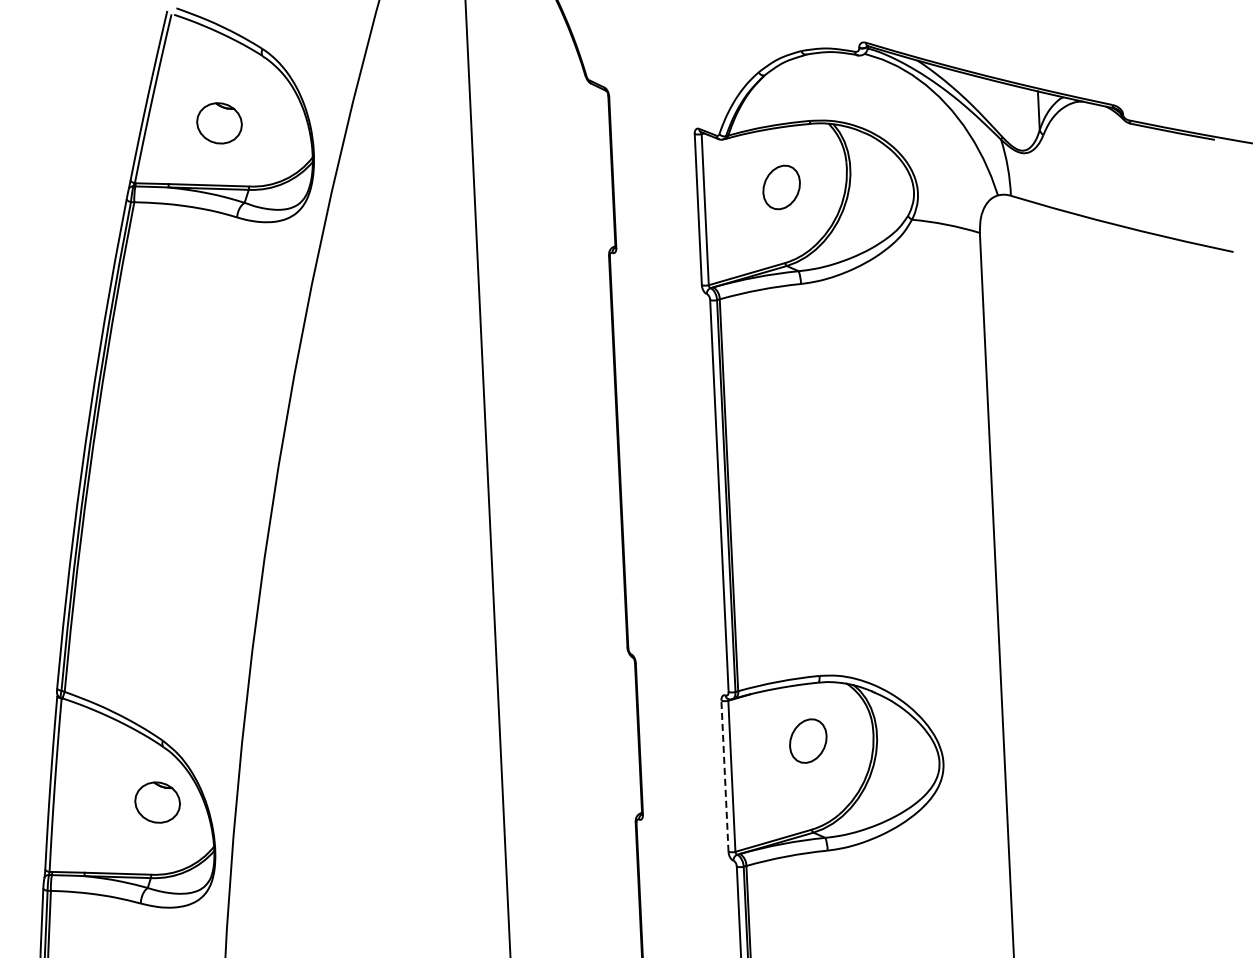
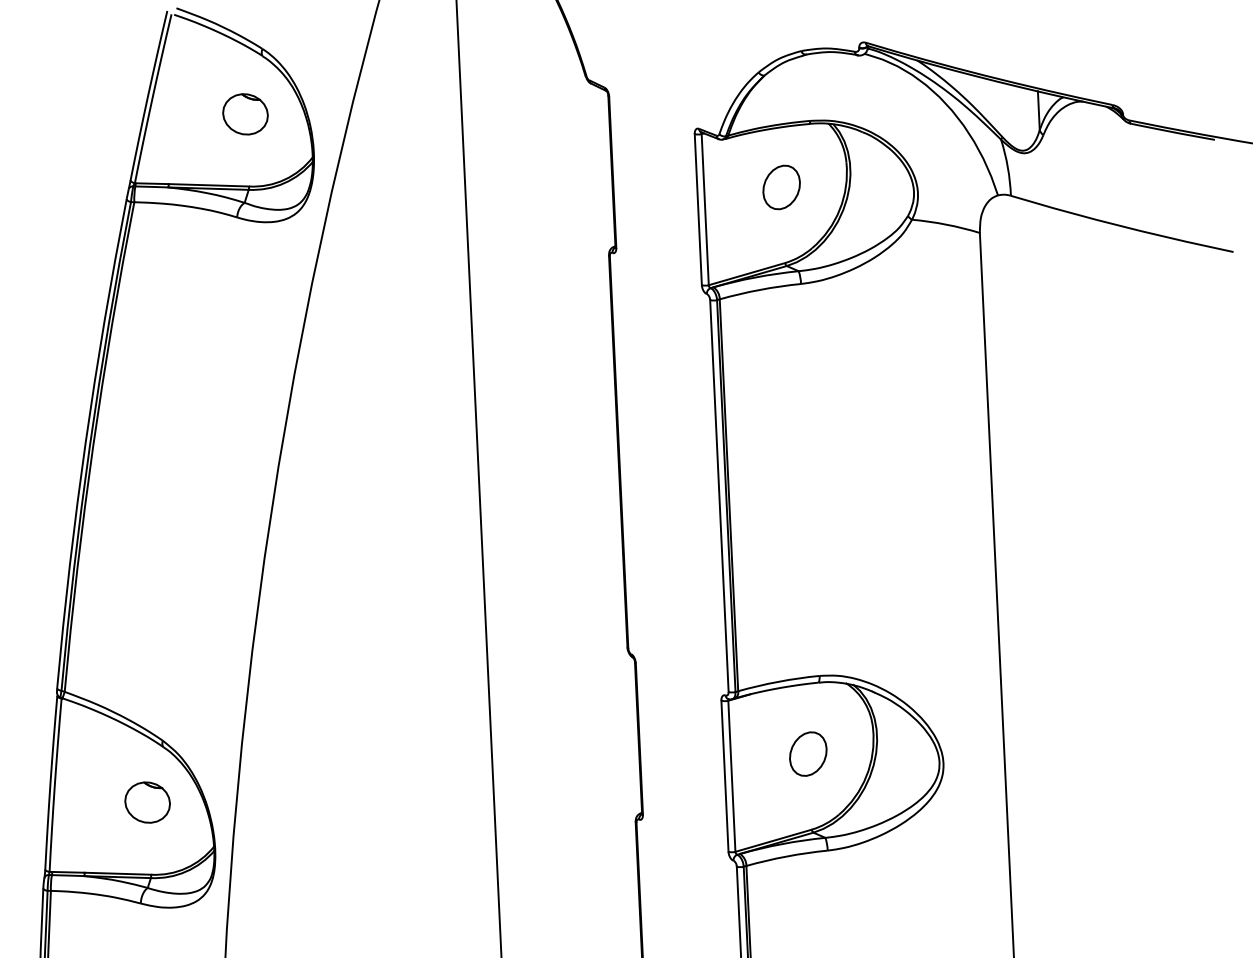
part at (219, 123) position: (219, 123) -> (245, 114)
line at (487, 478) position: (487, 478) -> (478, 478)
part at (808, 740) position: (808, 740) -> (808, 753)
line at (724, 776): dashed -> solid
part at (157, 802) position: (157, 802) -> (147, 802)
